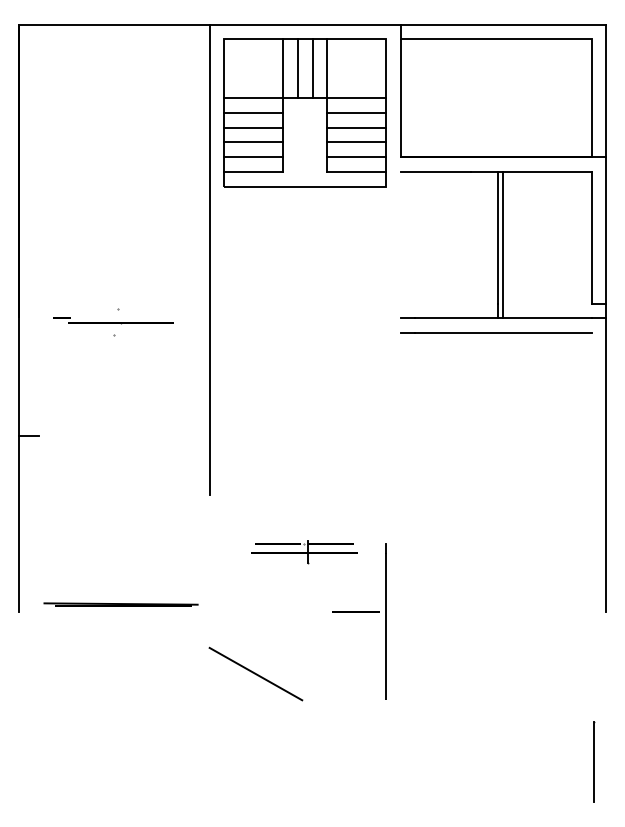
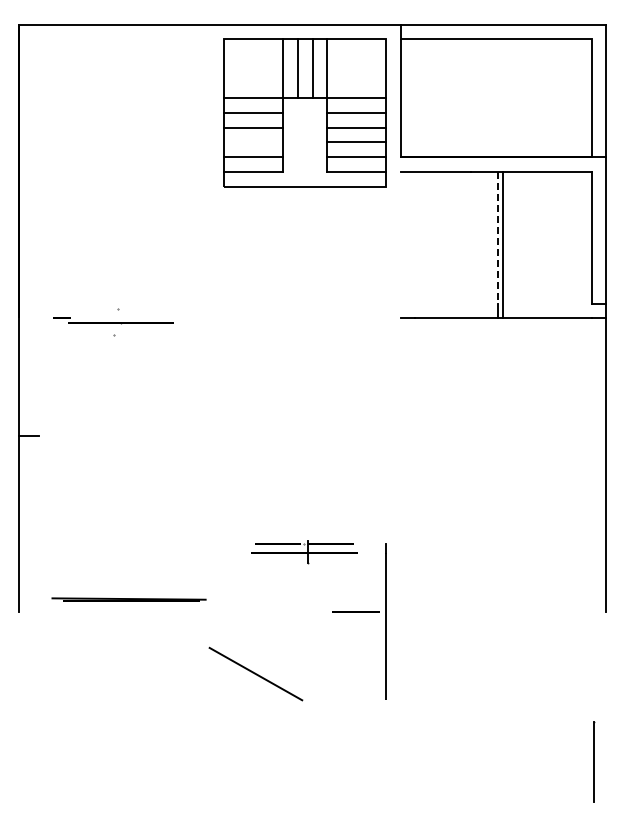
line at (253, 142): present -> none
line at (497, 238): solid -> dashed
line at (209, 259): present -> none
line at (496, 332): present -> none
line at (120, 604) position: (120, 604) -> (128, 599)
